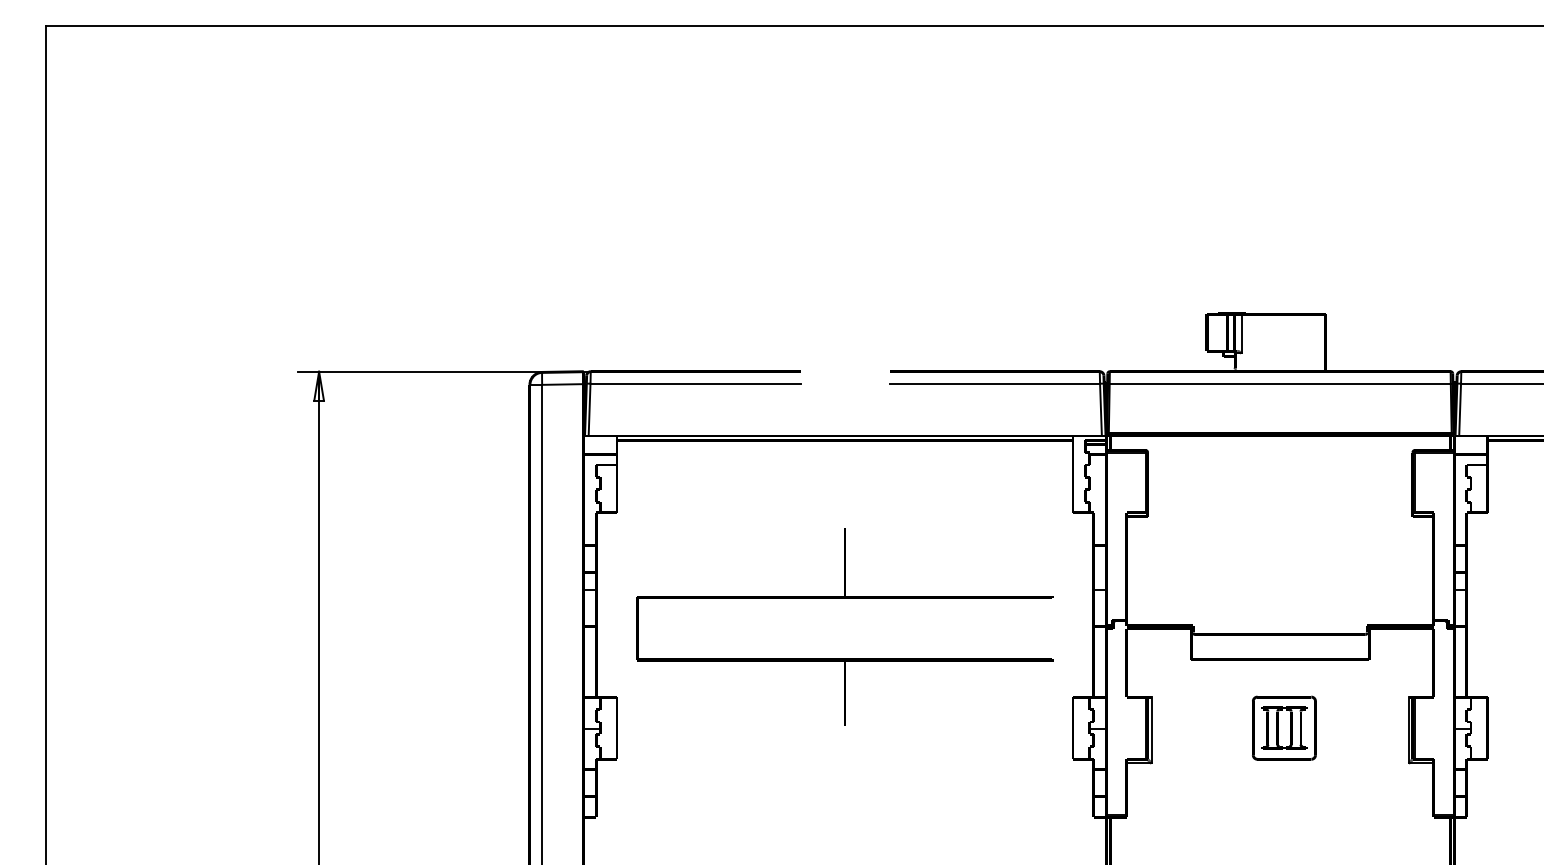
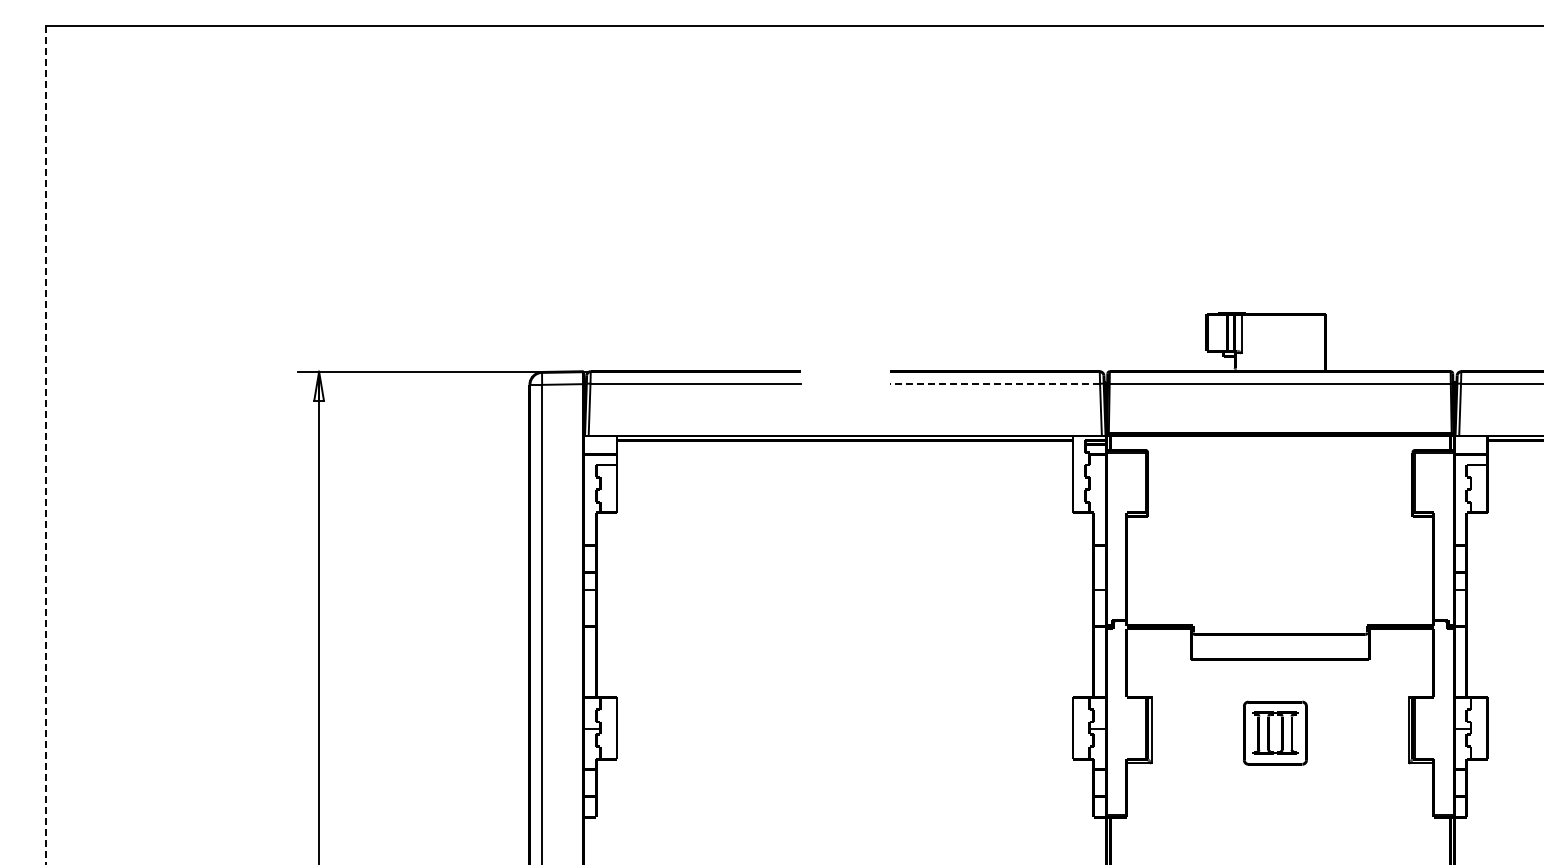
line at (994, 383): solid -> dashed
line at (46, 445): solid -> dashed
part at (844, 598): present -> none
part at (1284, 727) position: (1284, 727) -> (1275, 732)
